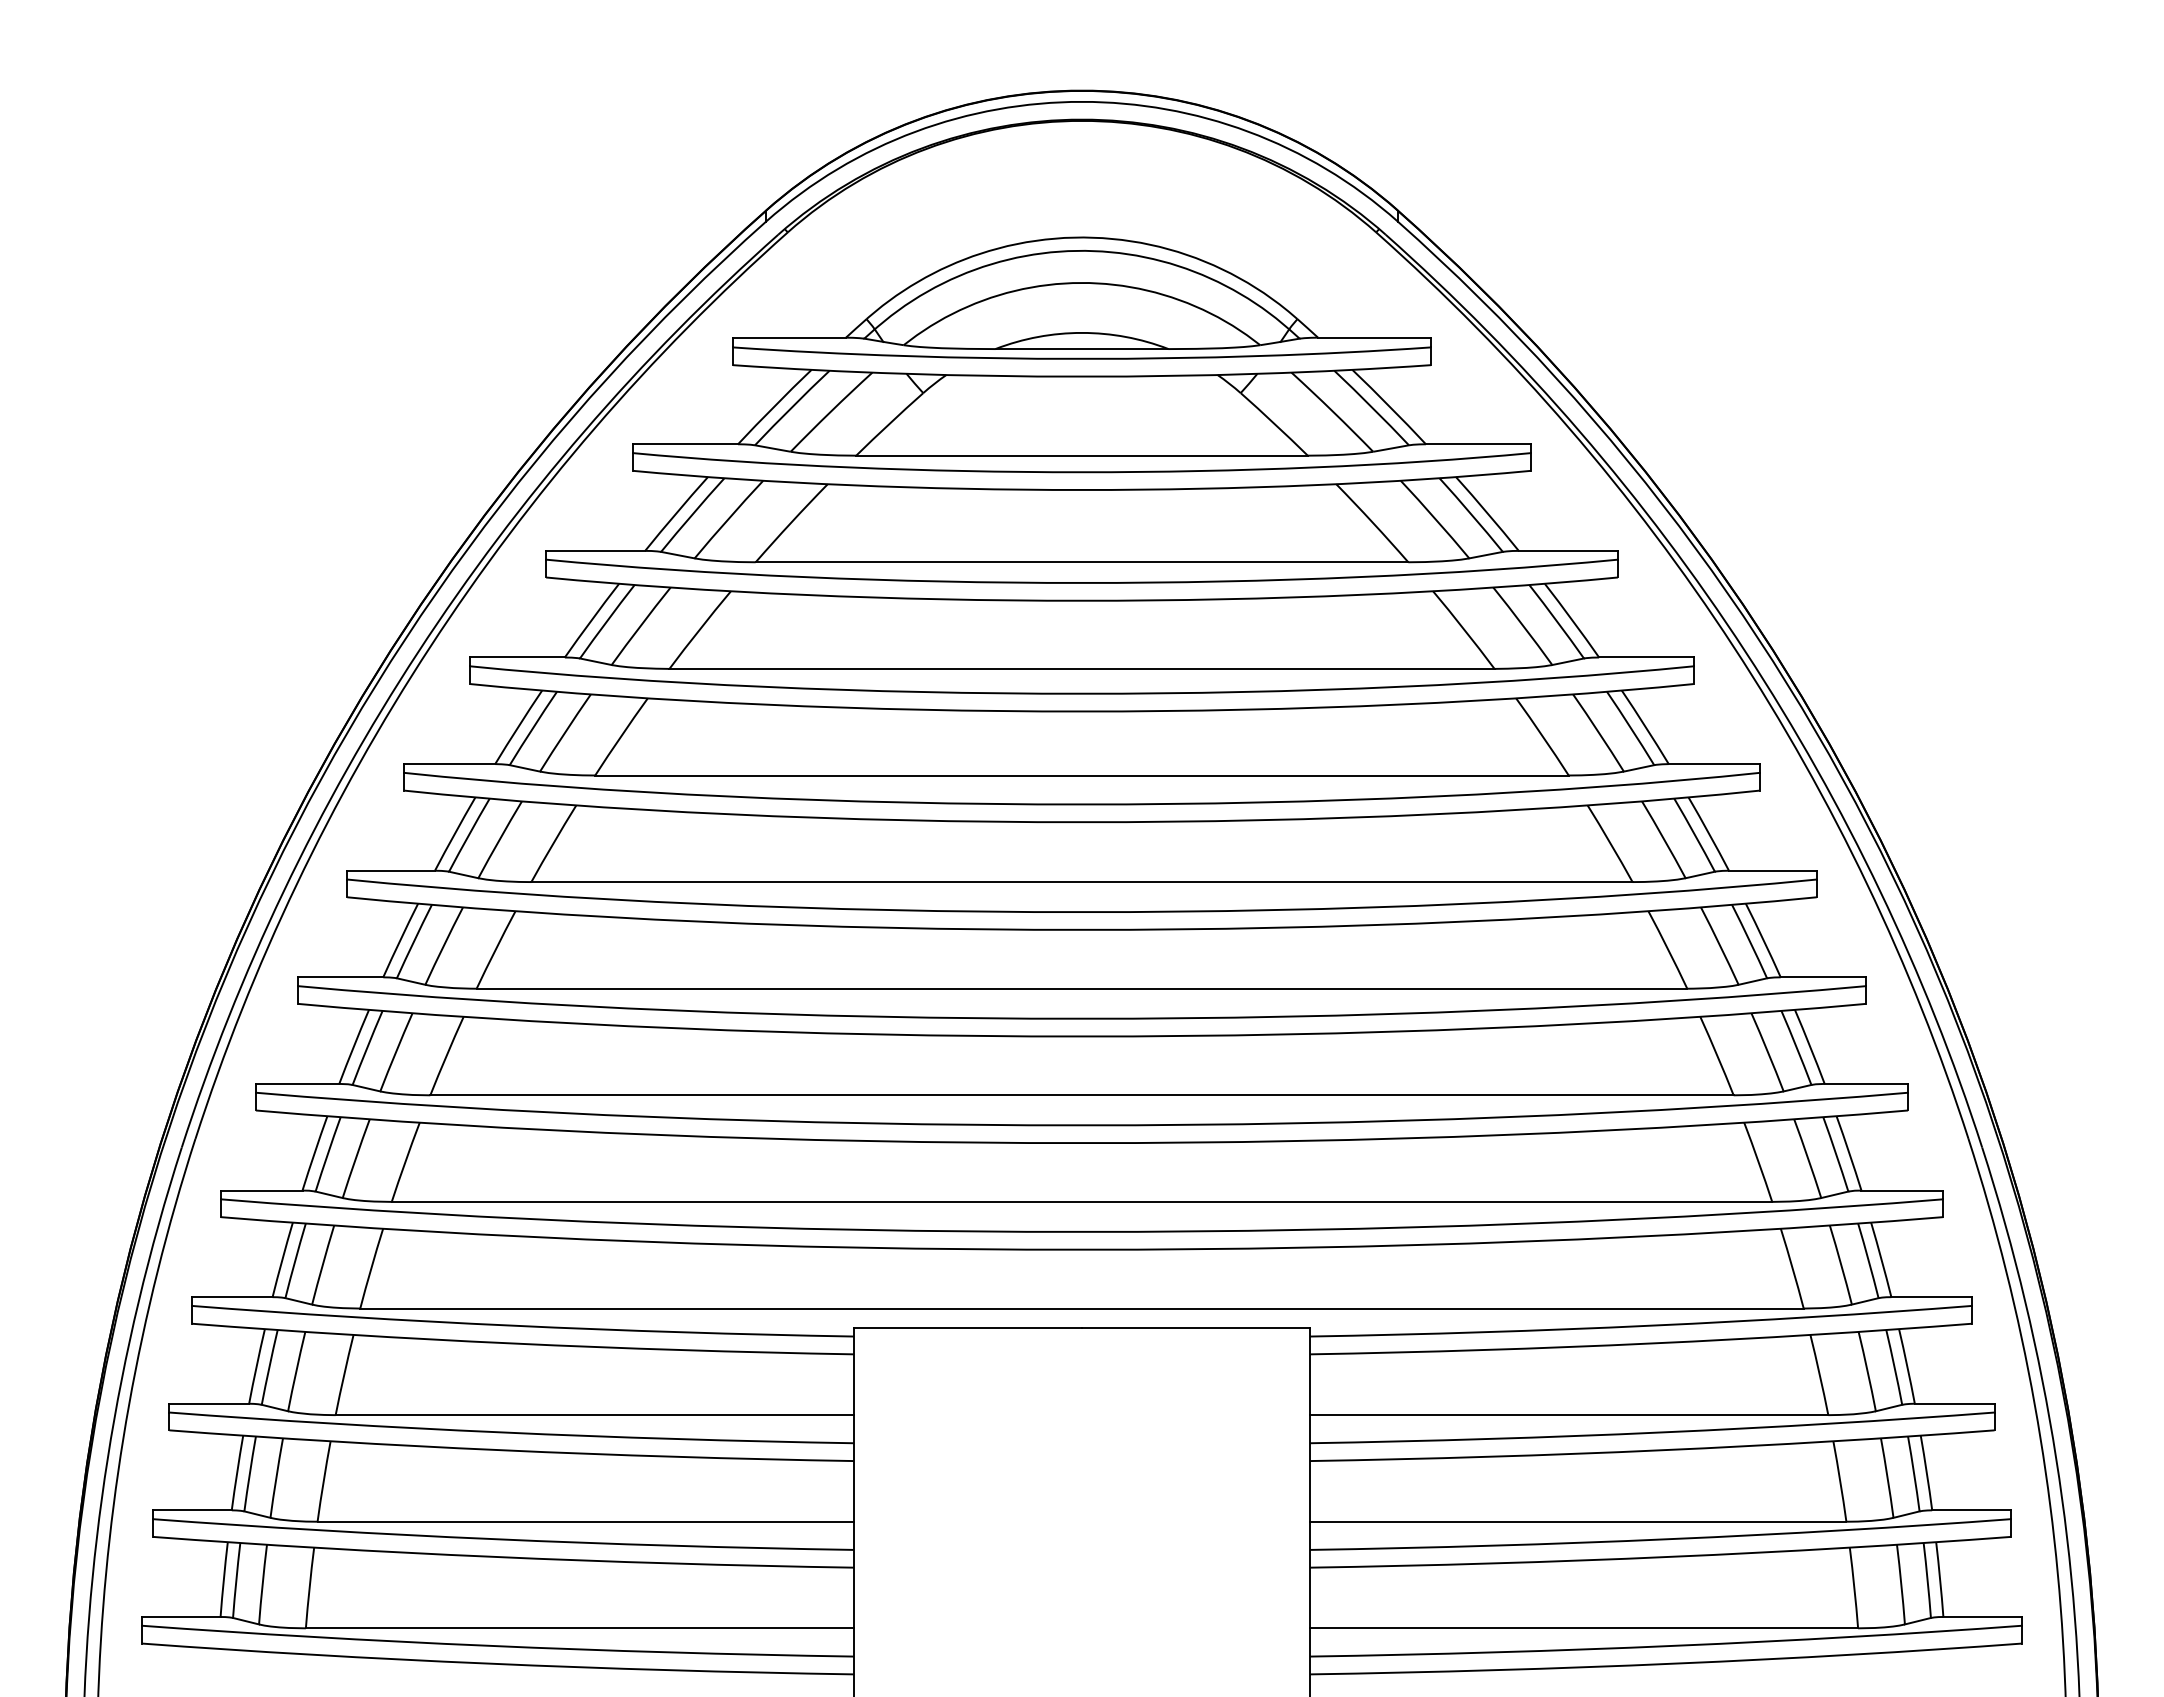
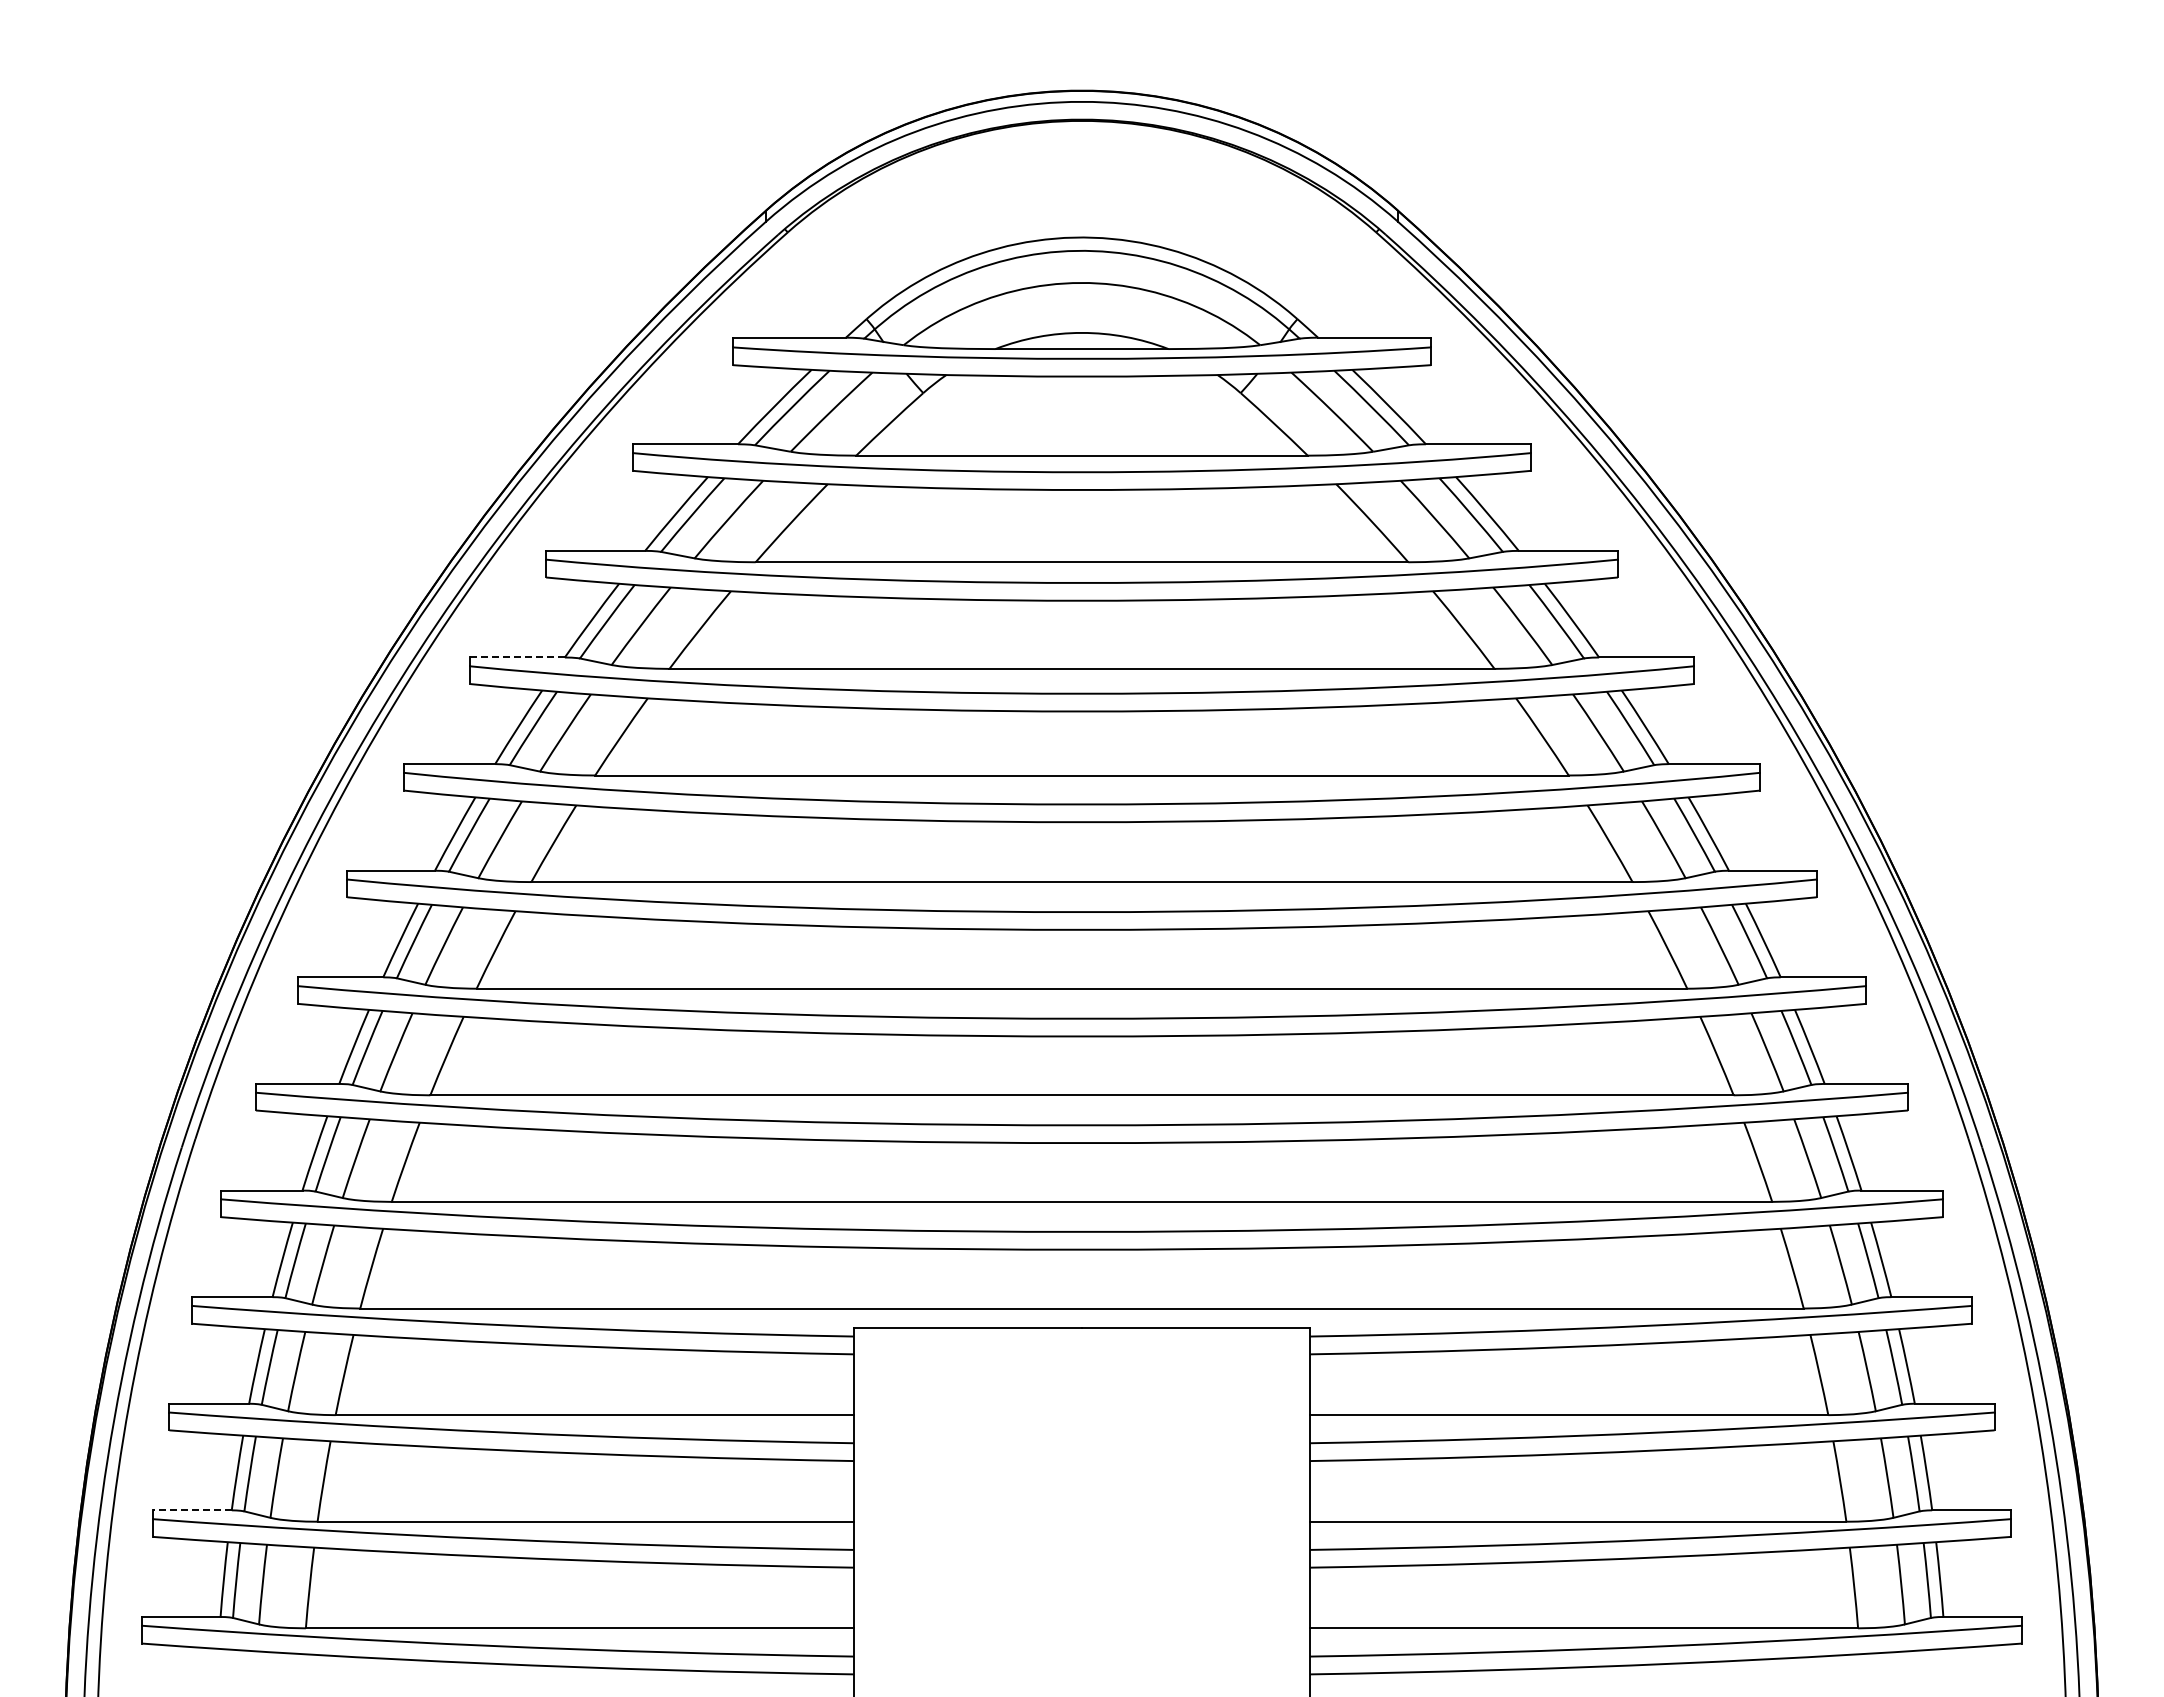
line at (517, 657): solid -> dashed
line at (191, 1510): solid -> dashed
